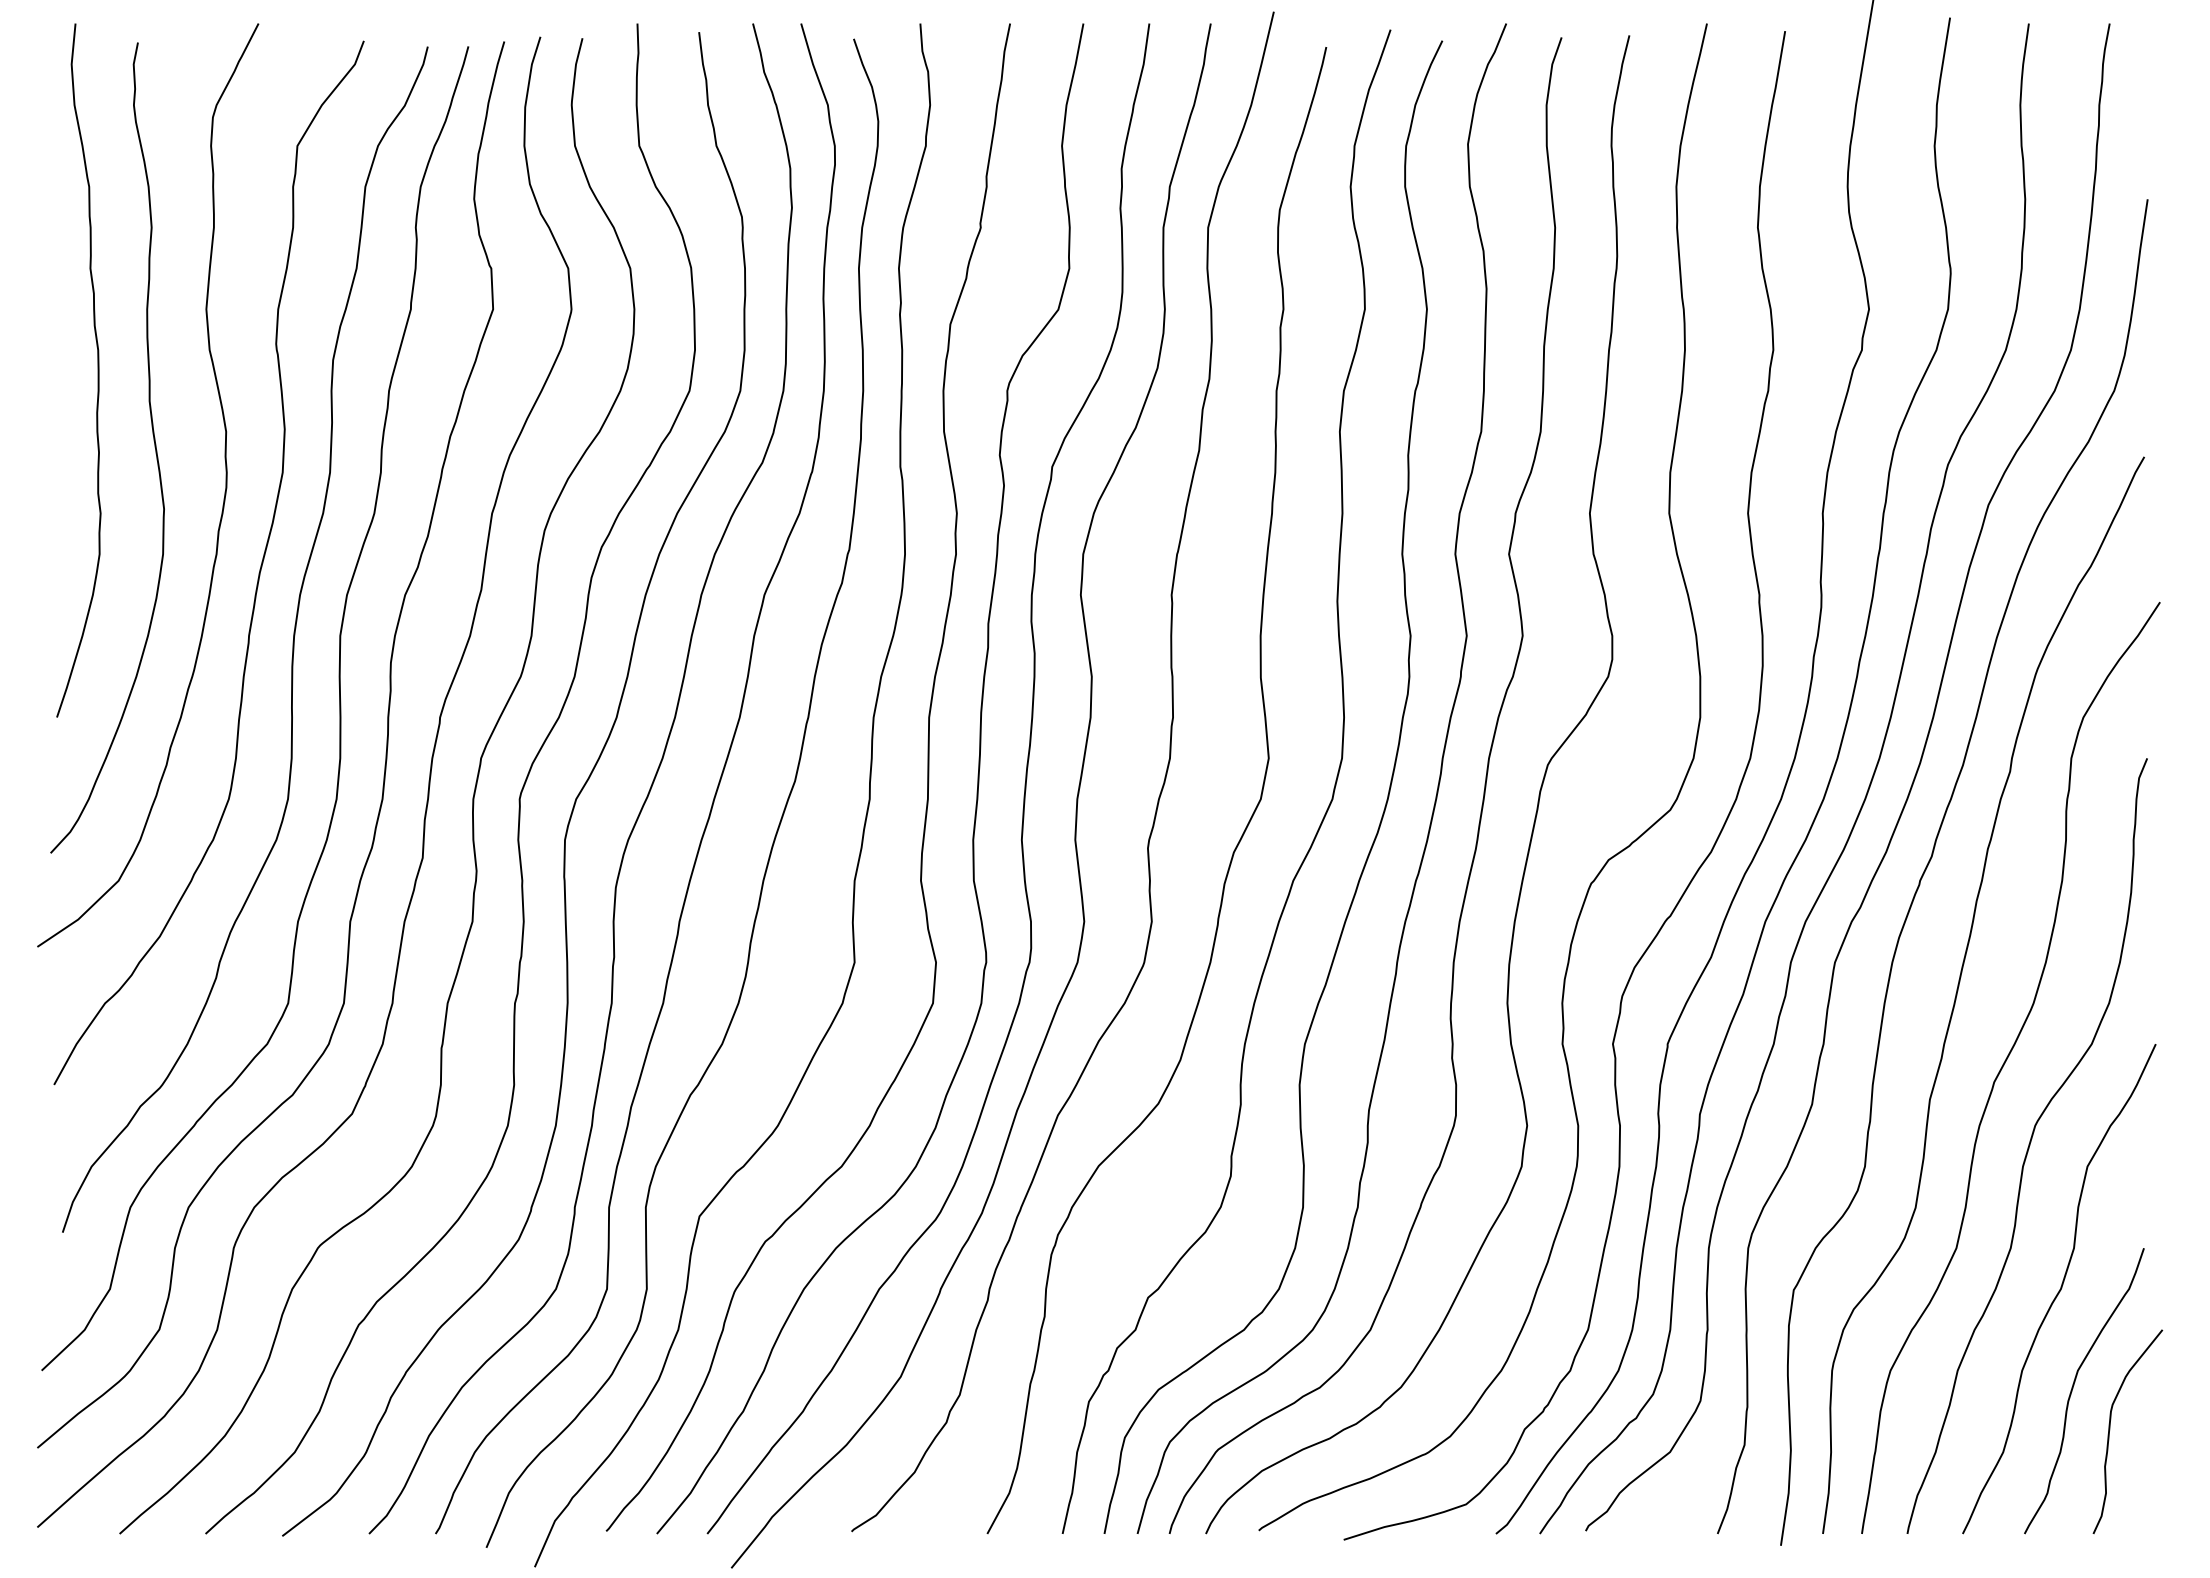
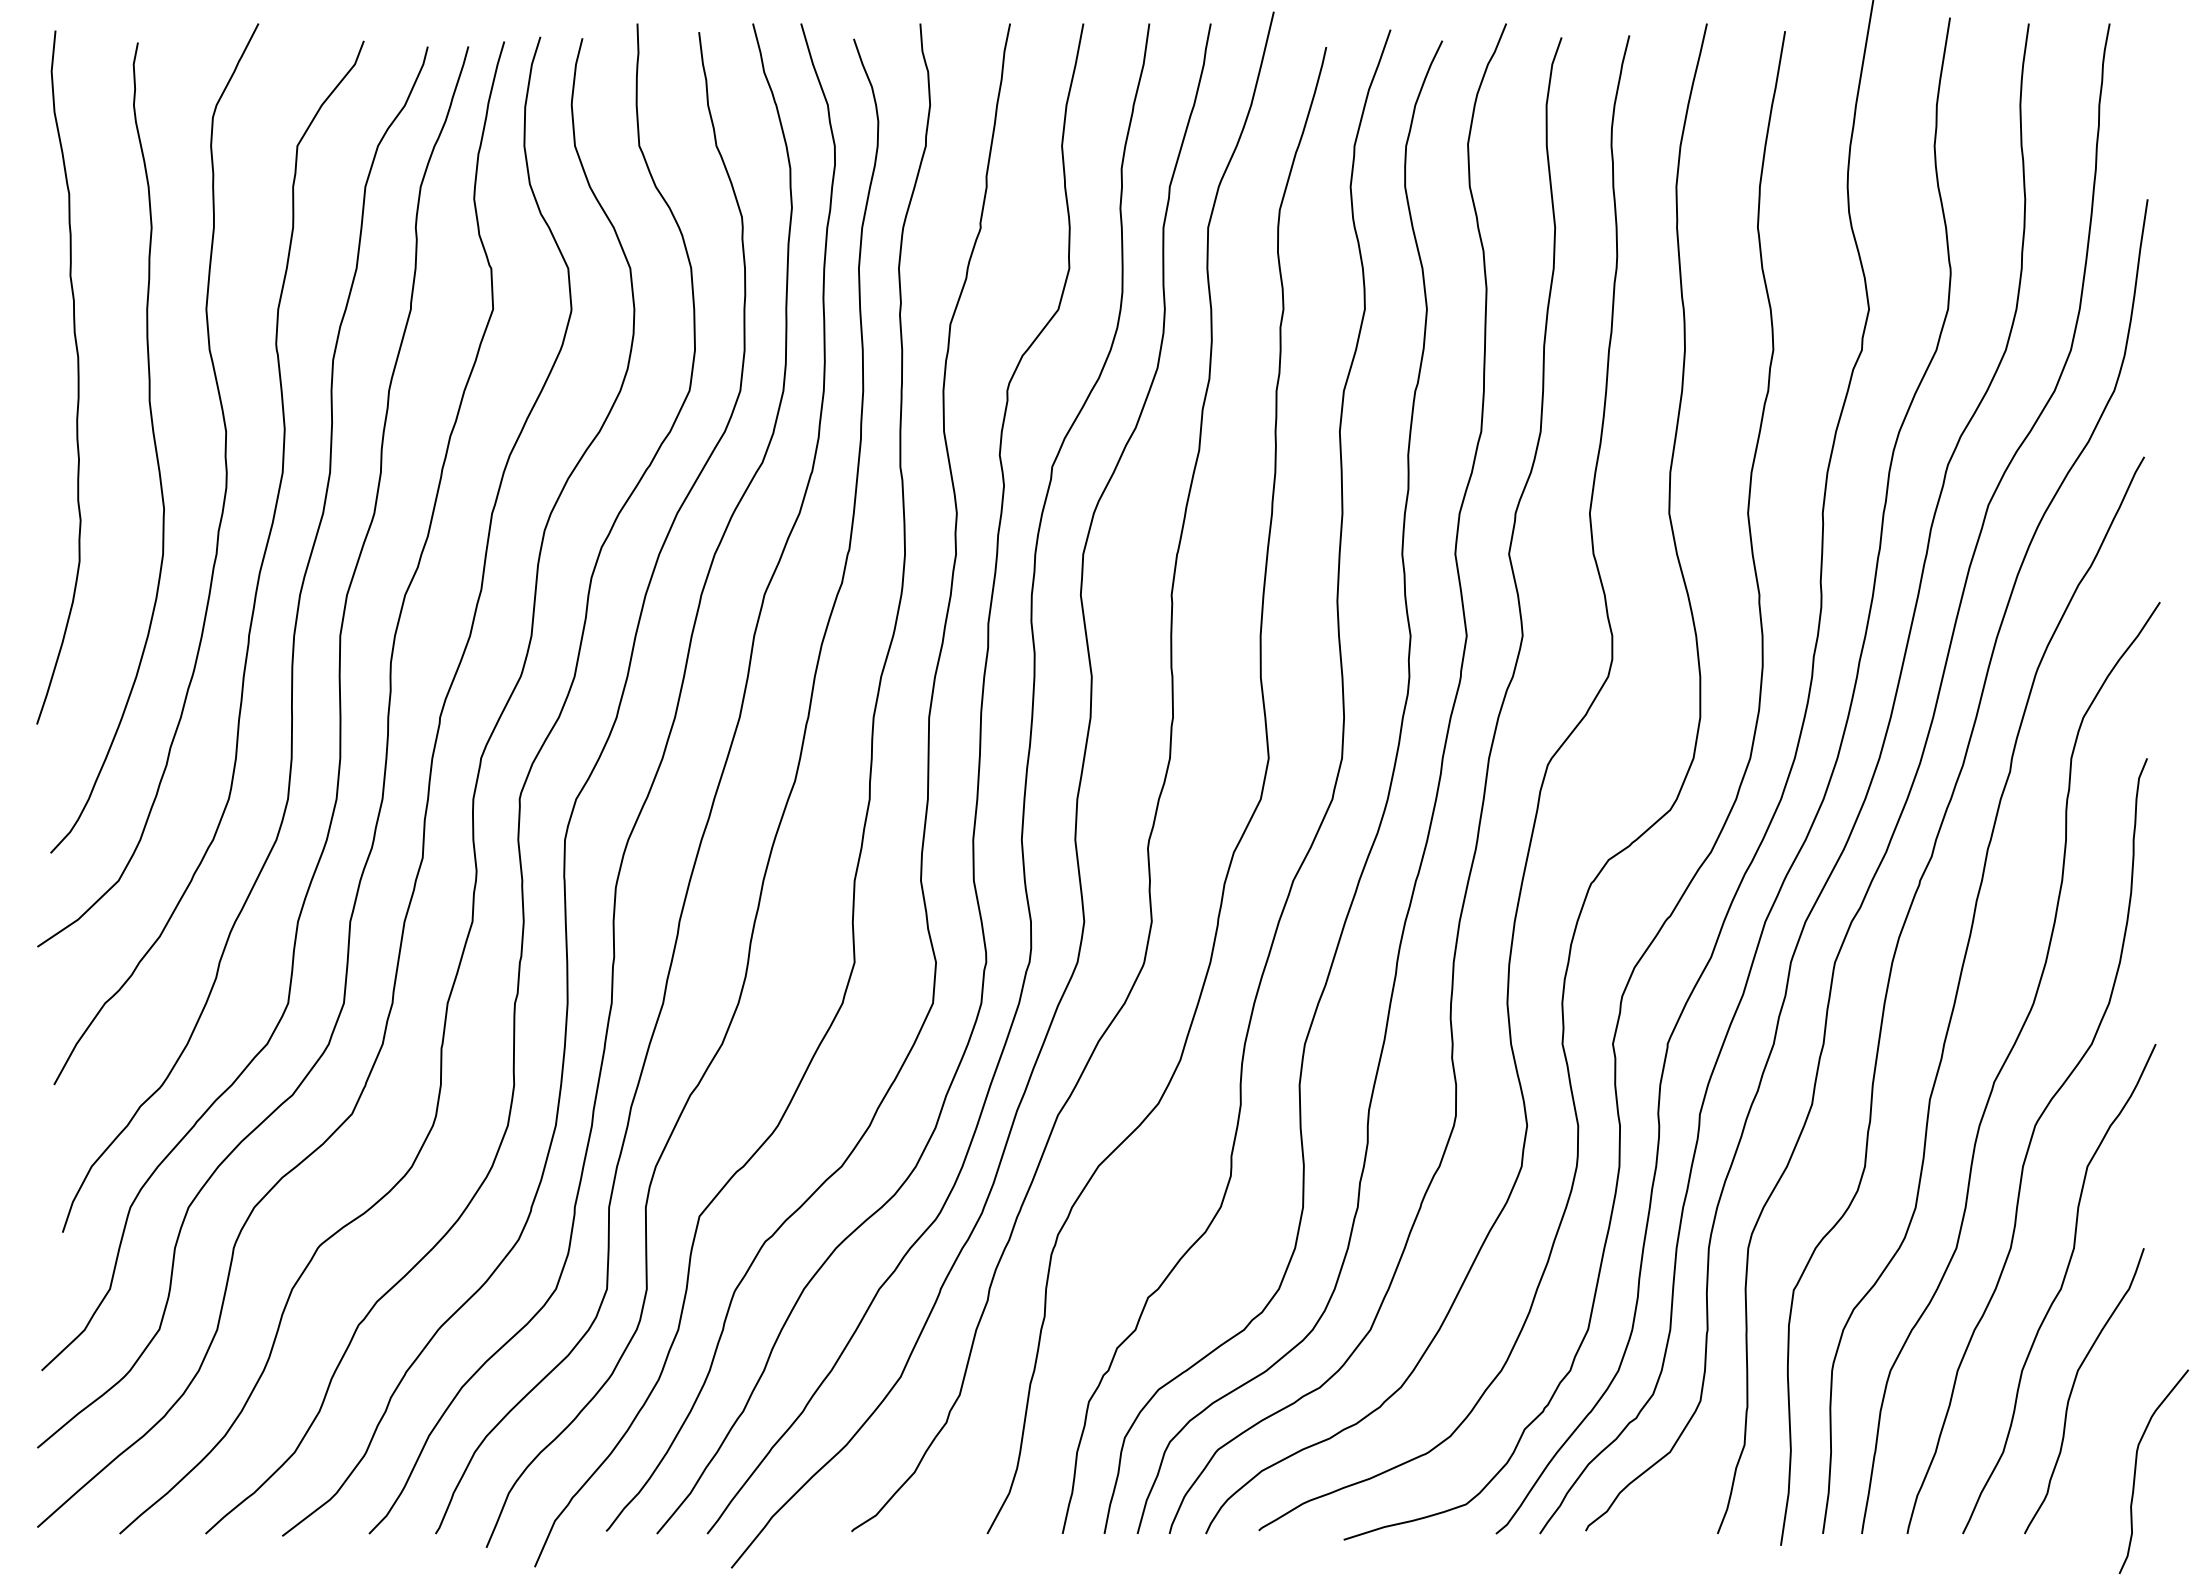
curve at (97, 370) position: (97, 370) -> (77, 377)
curve at (2110, 1430) position: (2110, 1430) -> (2136, 1470)
